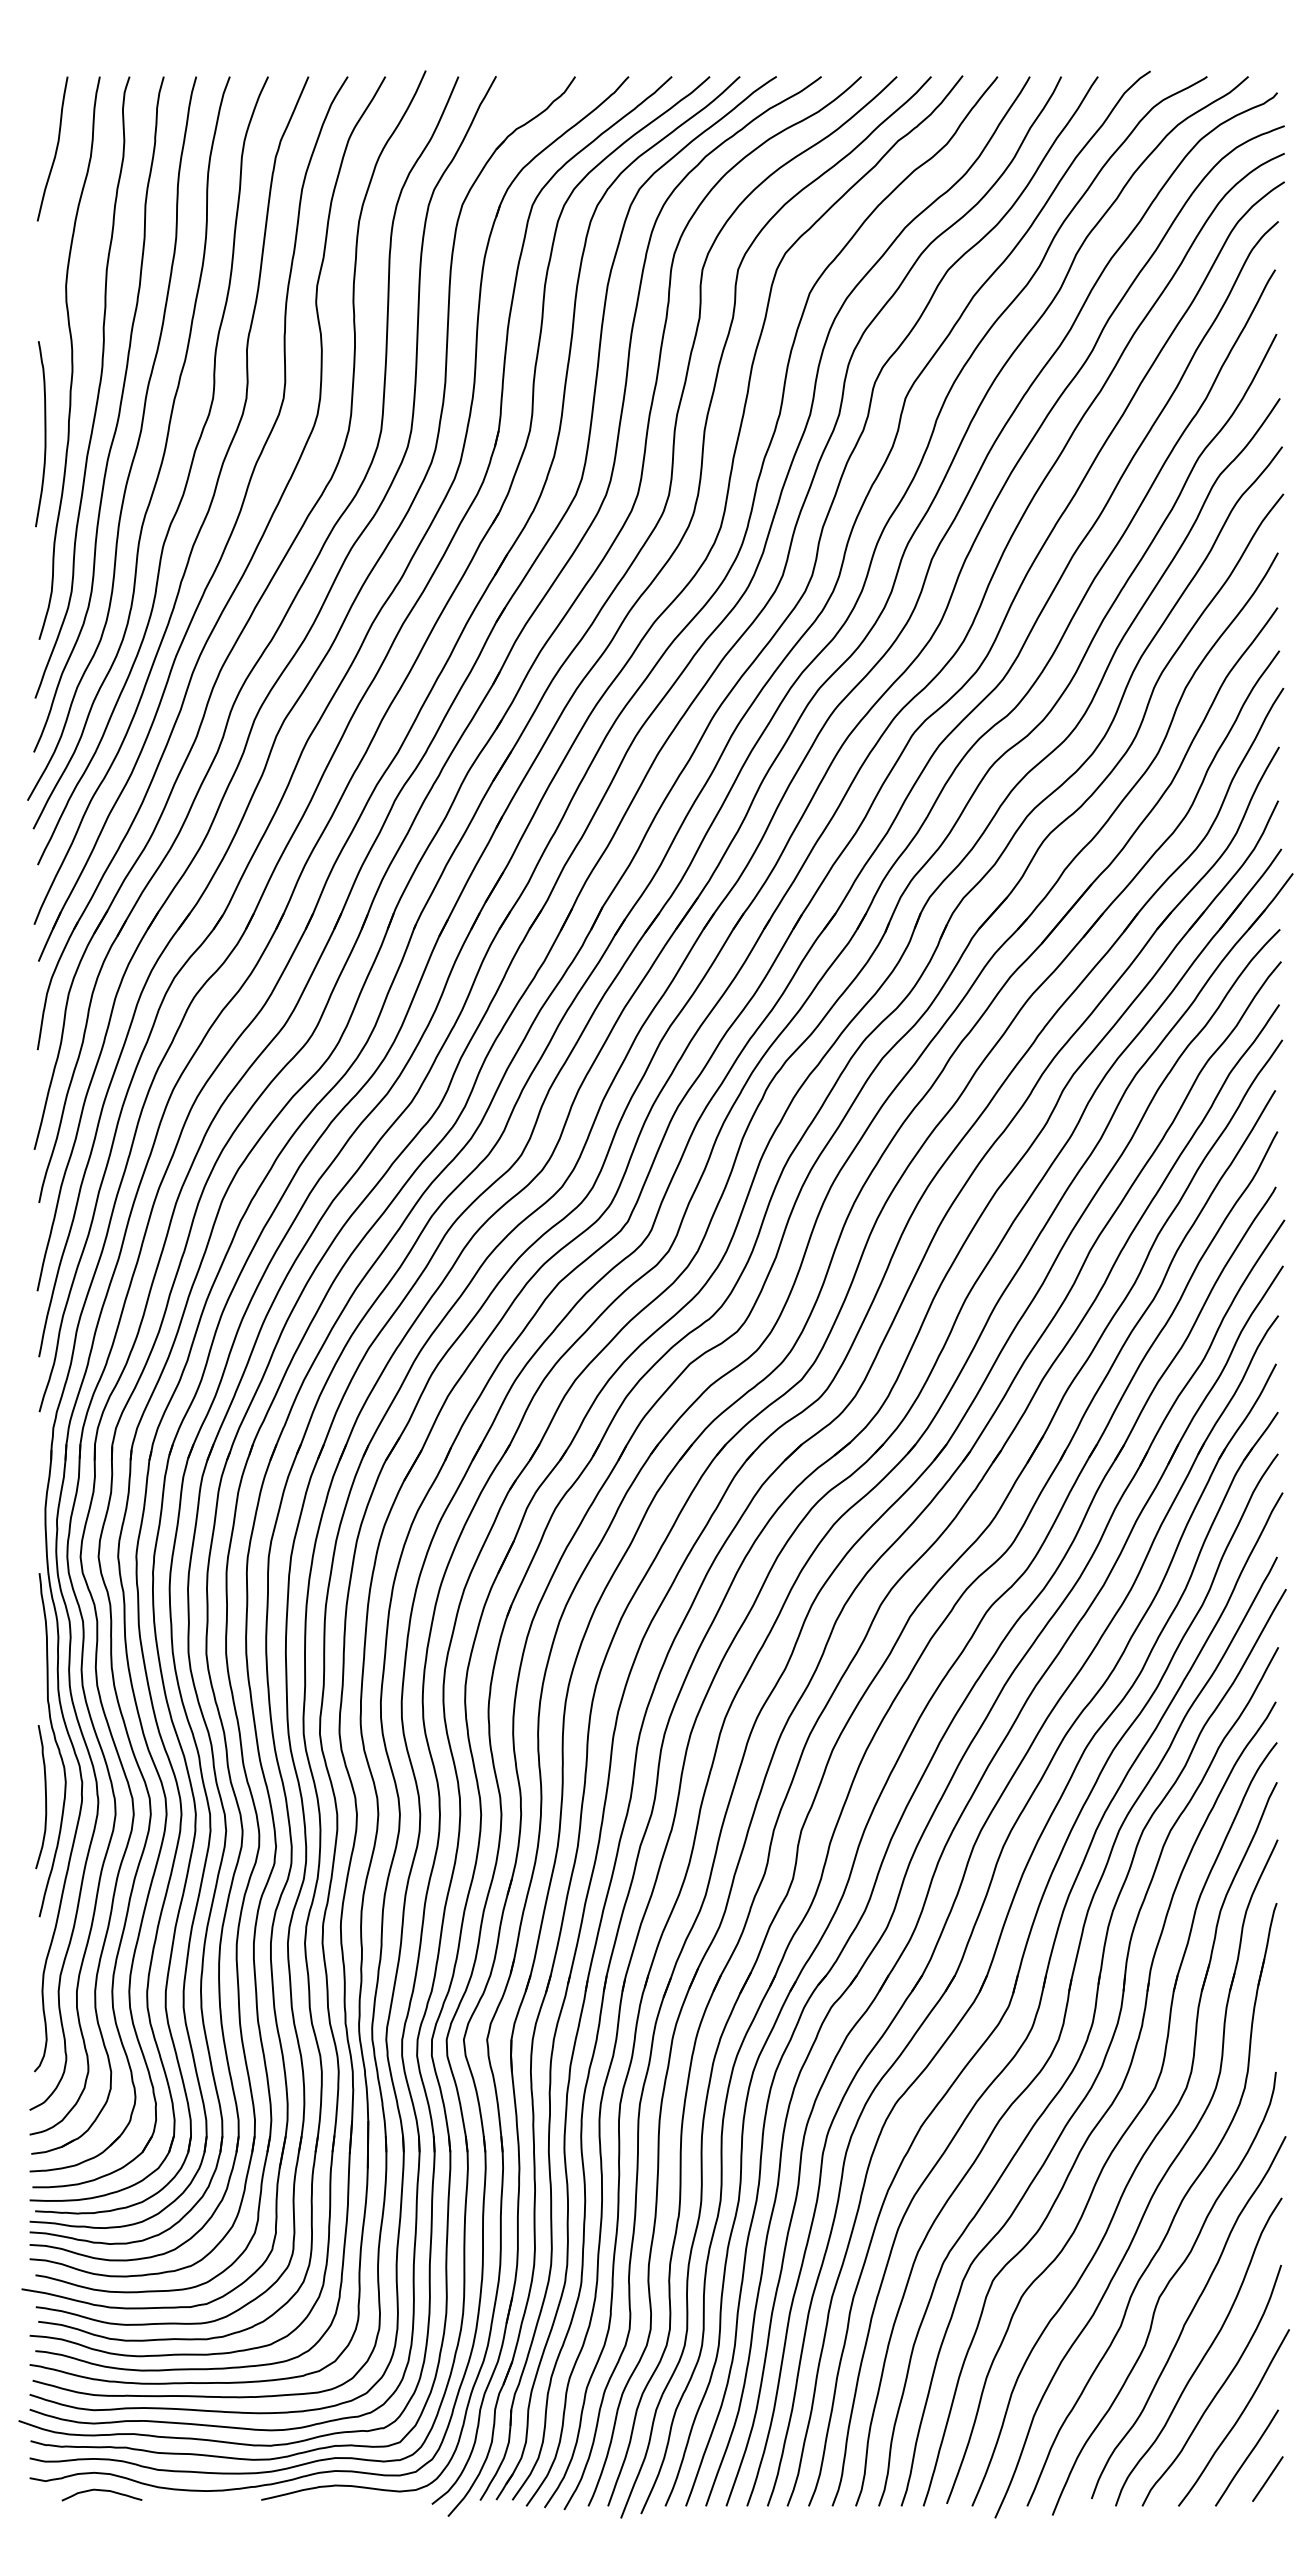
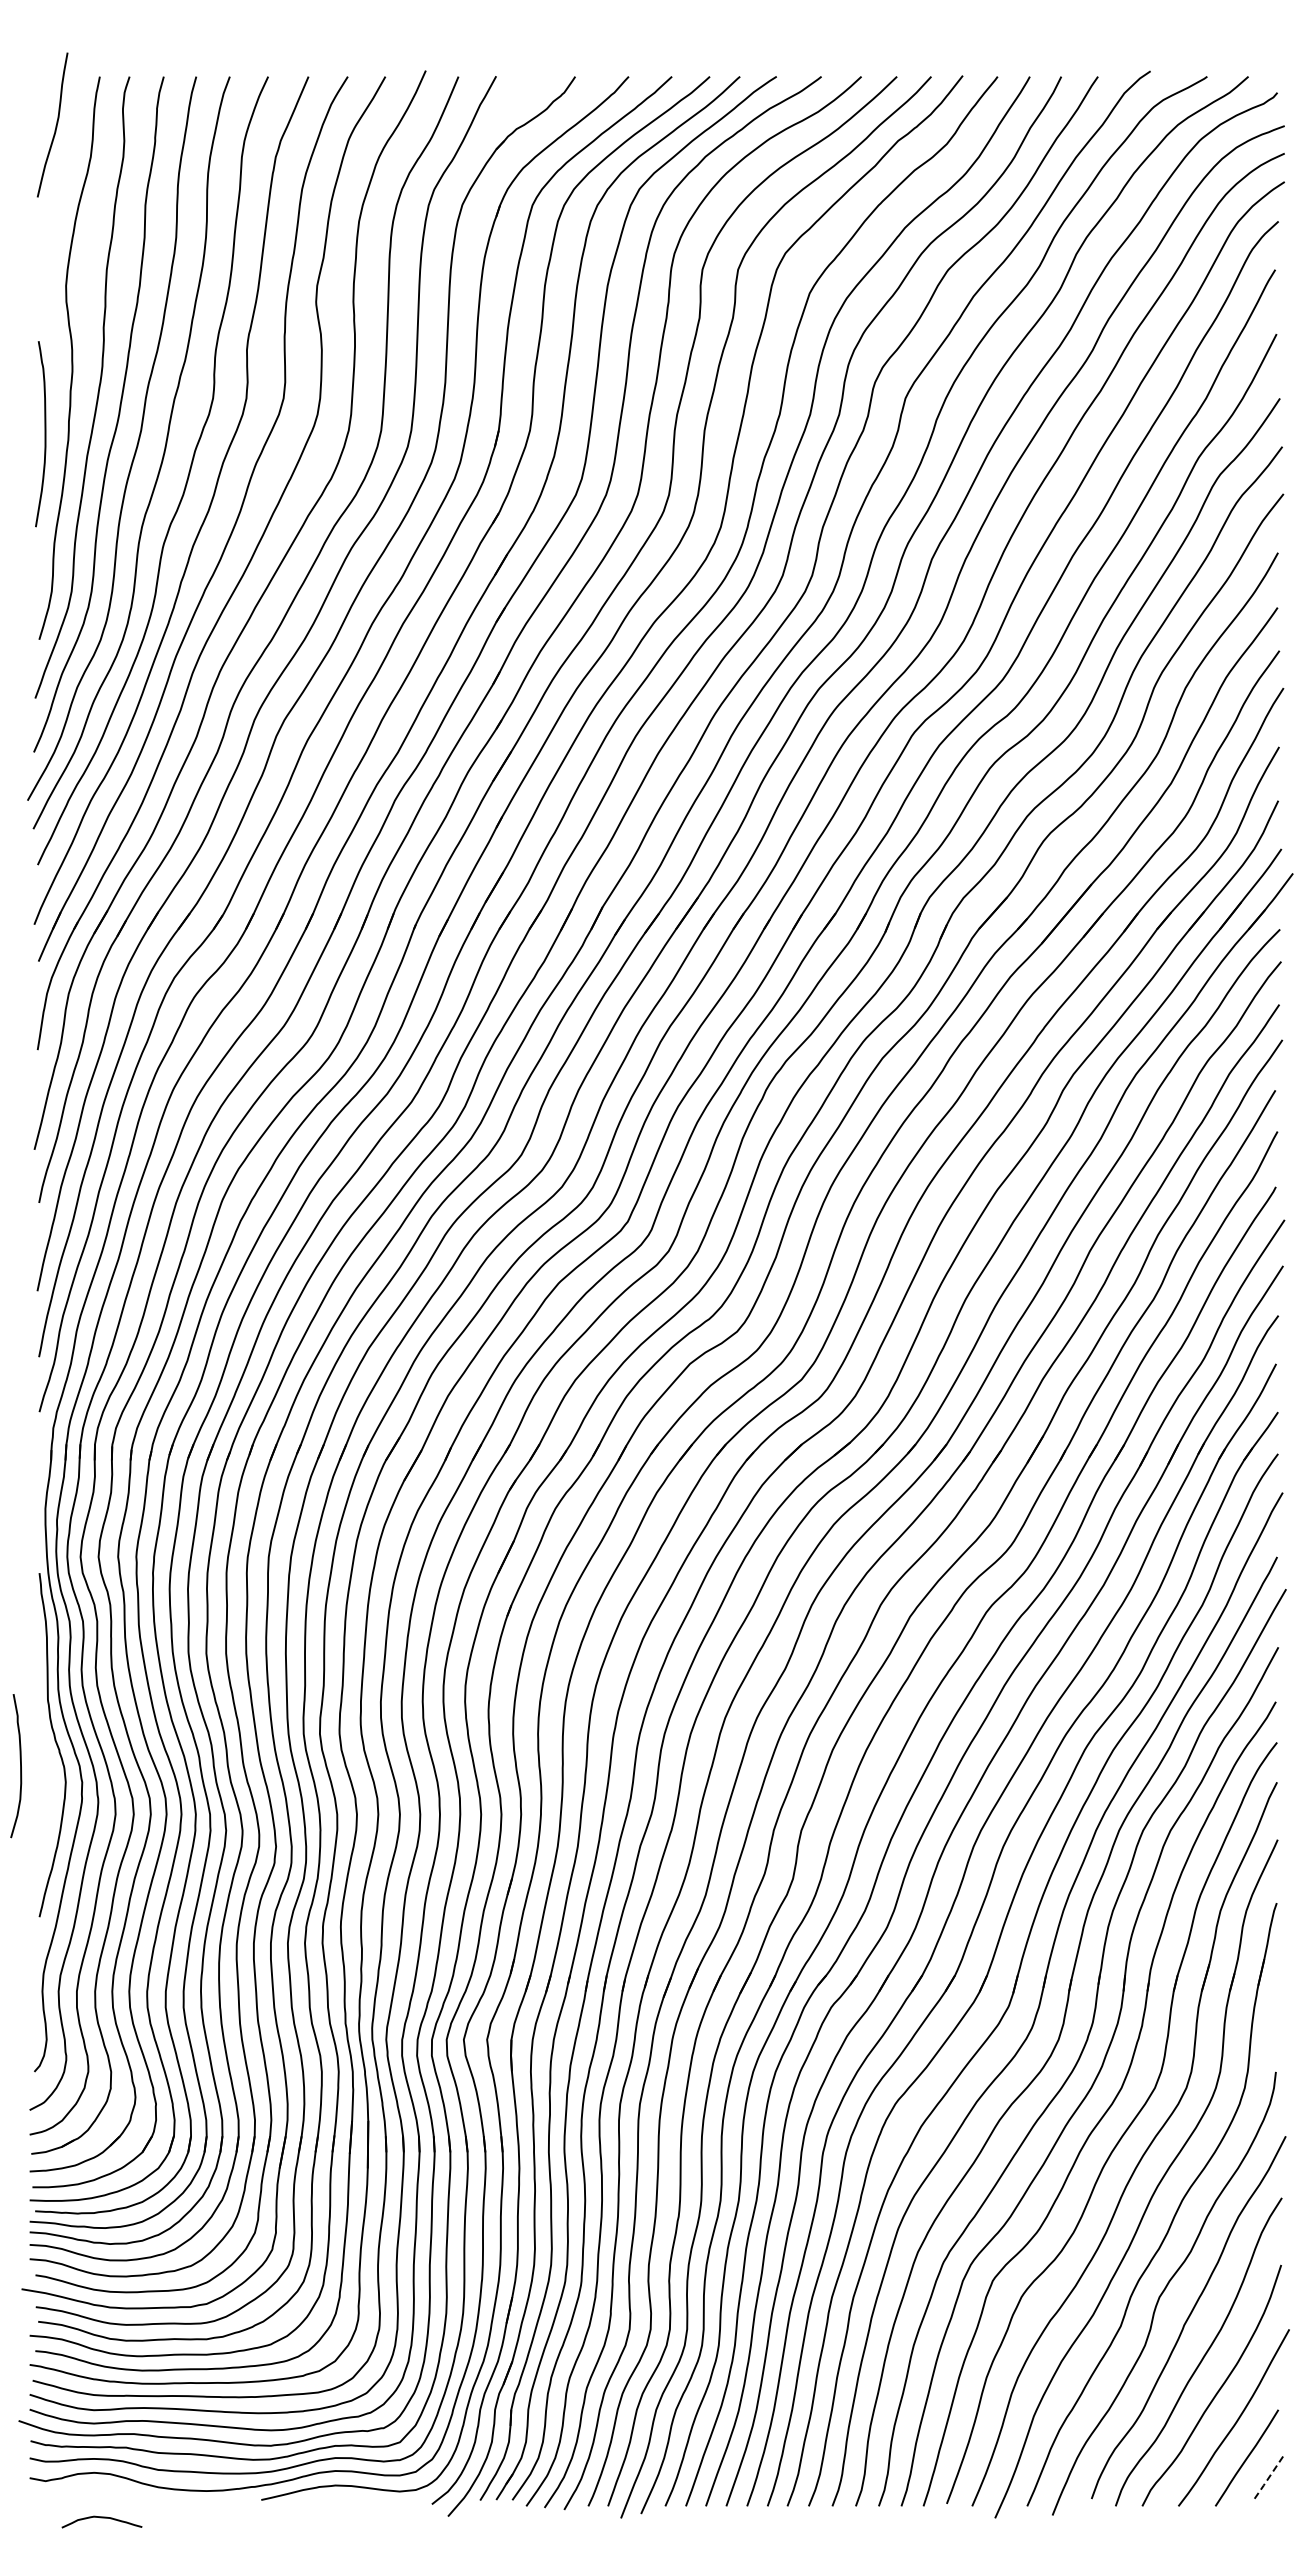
curve at (55, 149) position: (55, 149) -> (55, 125)
curve at (45, 1797) position: (45, 1797) -> (20, 1766)
line at (1267, 2479): solid -> dashed
curve at (101, 2491) position: (101, 2491) -> (101, 2518)
